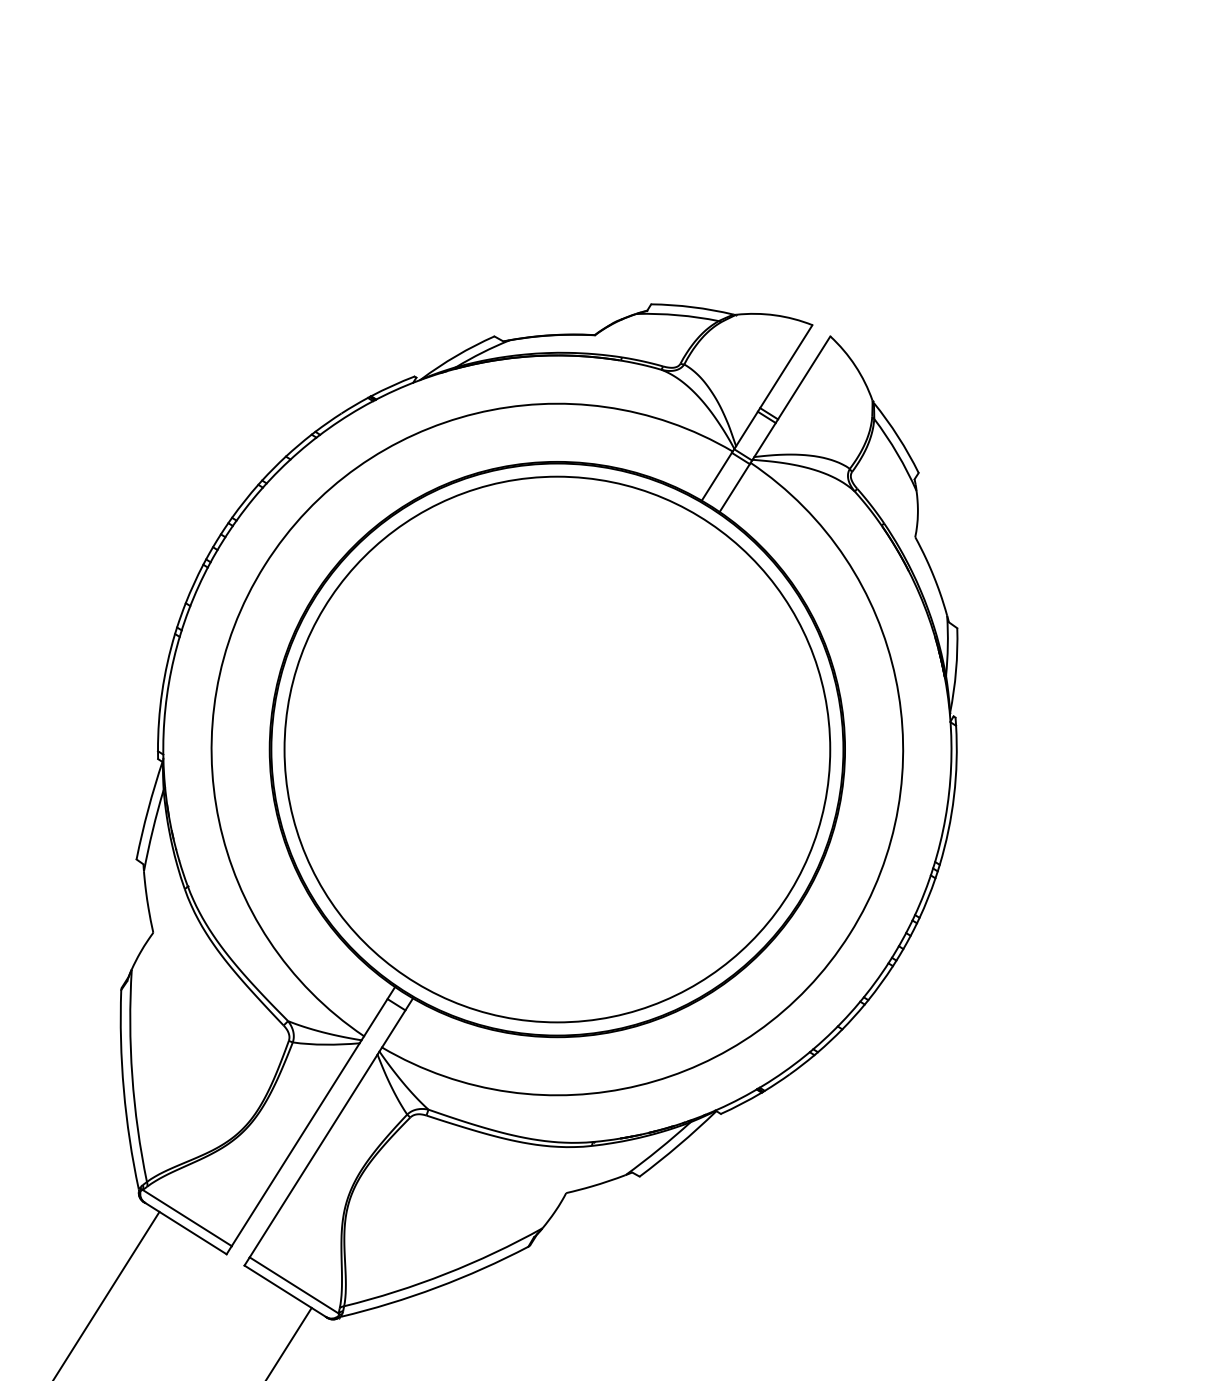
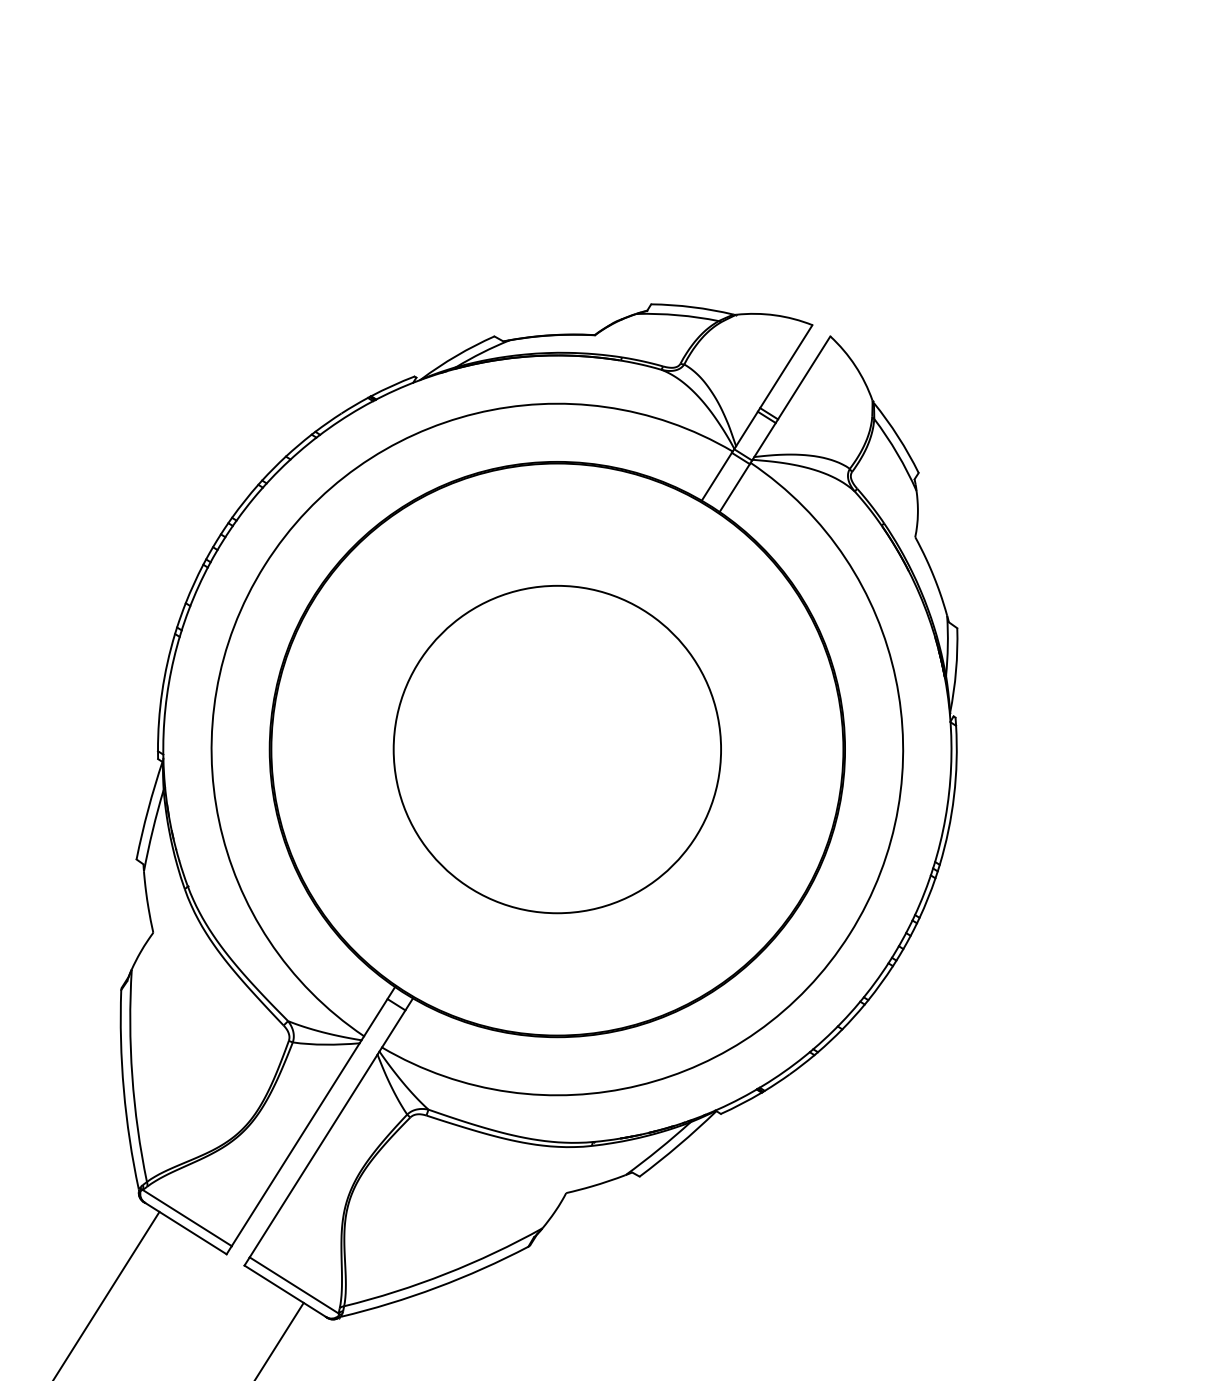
circle at (557, 749) diameter: 546 px -> 327 px
line at (289, 1342) position: (289, 1342) -> (279, 1339)
